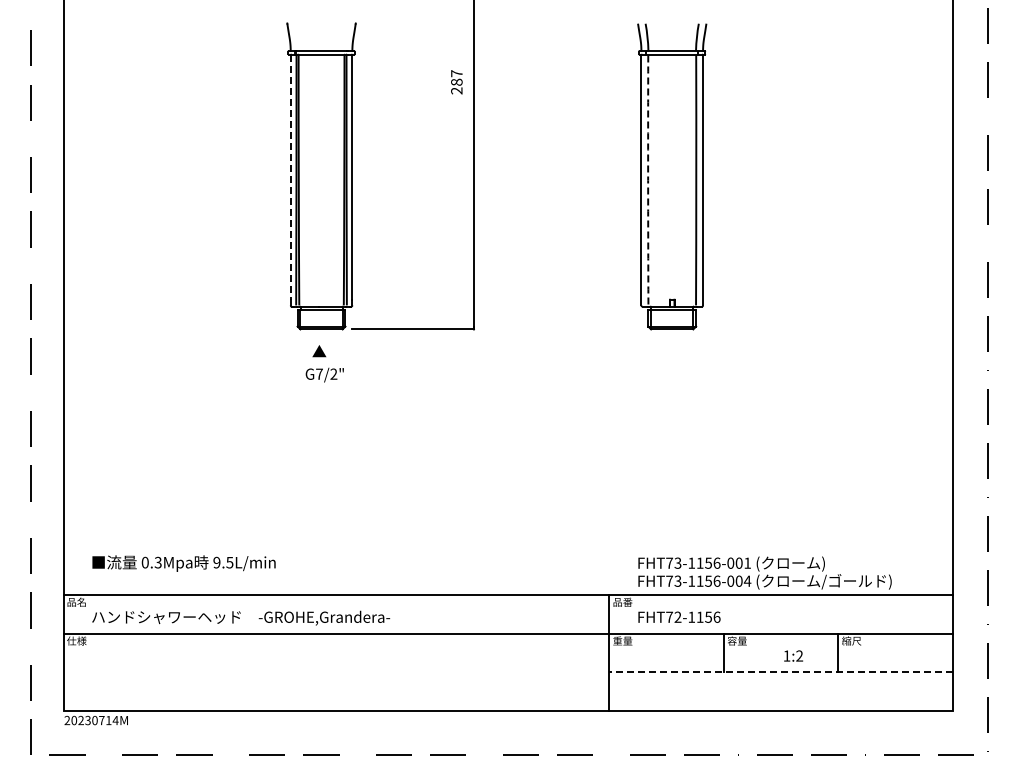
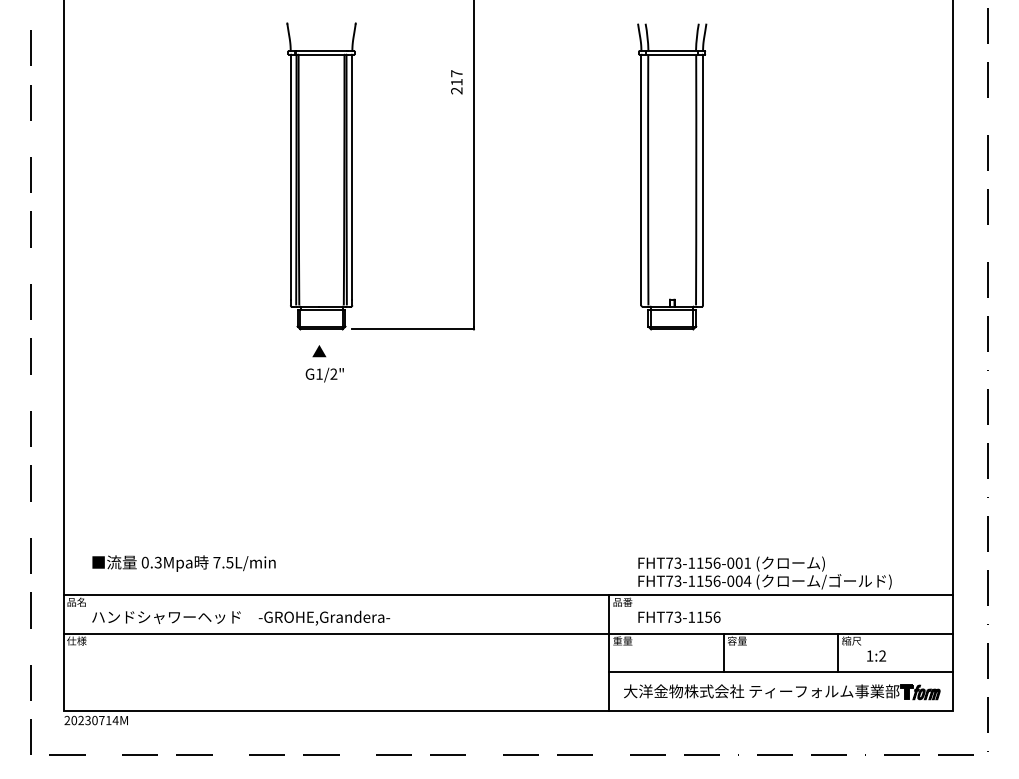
text at (456, 81): 287 -> 217
line at (290, 178): dashed -> solid
arc at (648, 180): dashed -> solid
text at (319, 373): G7/2" -> G1/2"
text at (216, 562): 9.5L/min -> 7.5L/min
text at (677, 617): FHT72-1156 -> FHT73-1156
text at (793, 655) position: (793, 655) -> (876, 655)
line at (781, 672): dashed -> solid
part at (782, 692): none -> present
